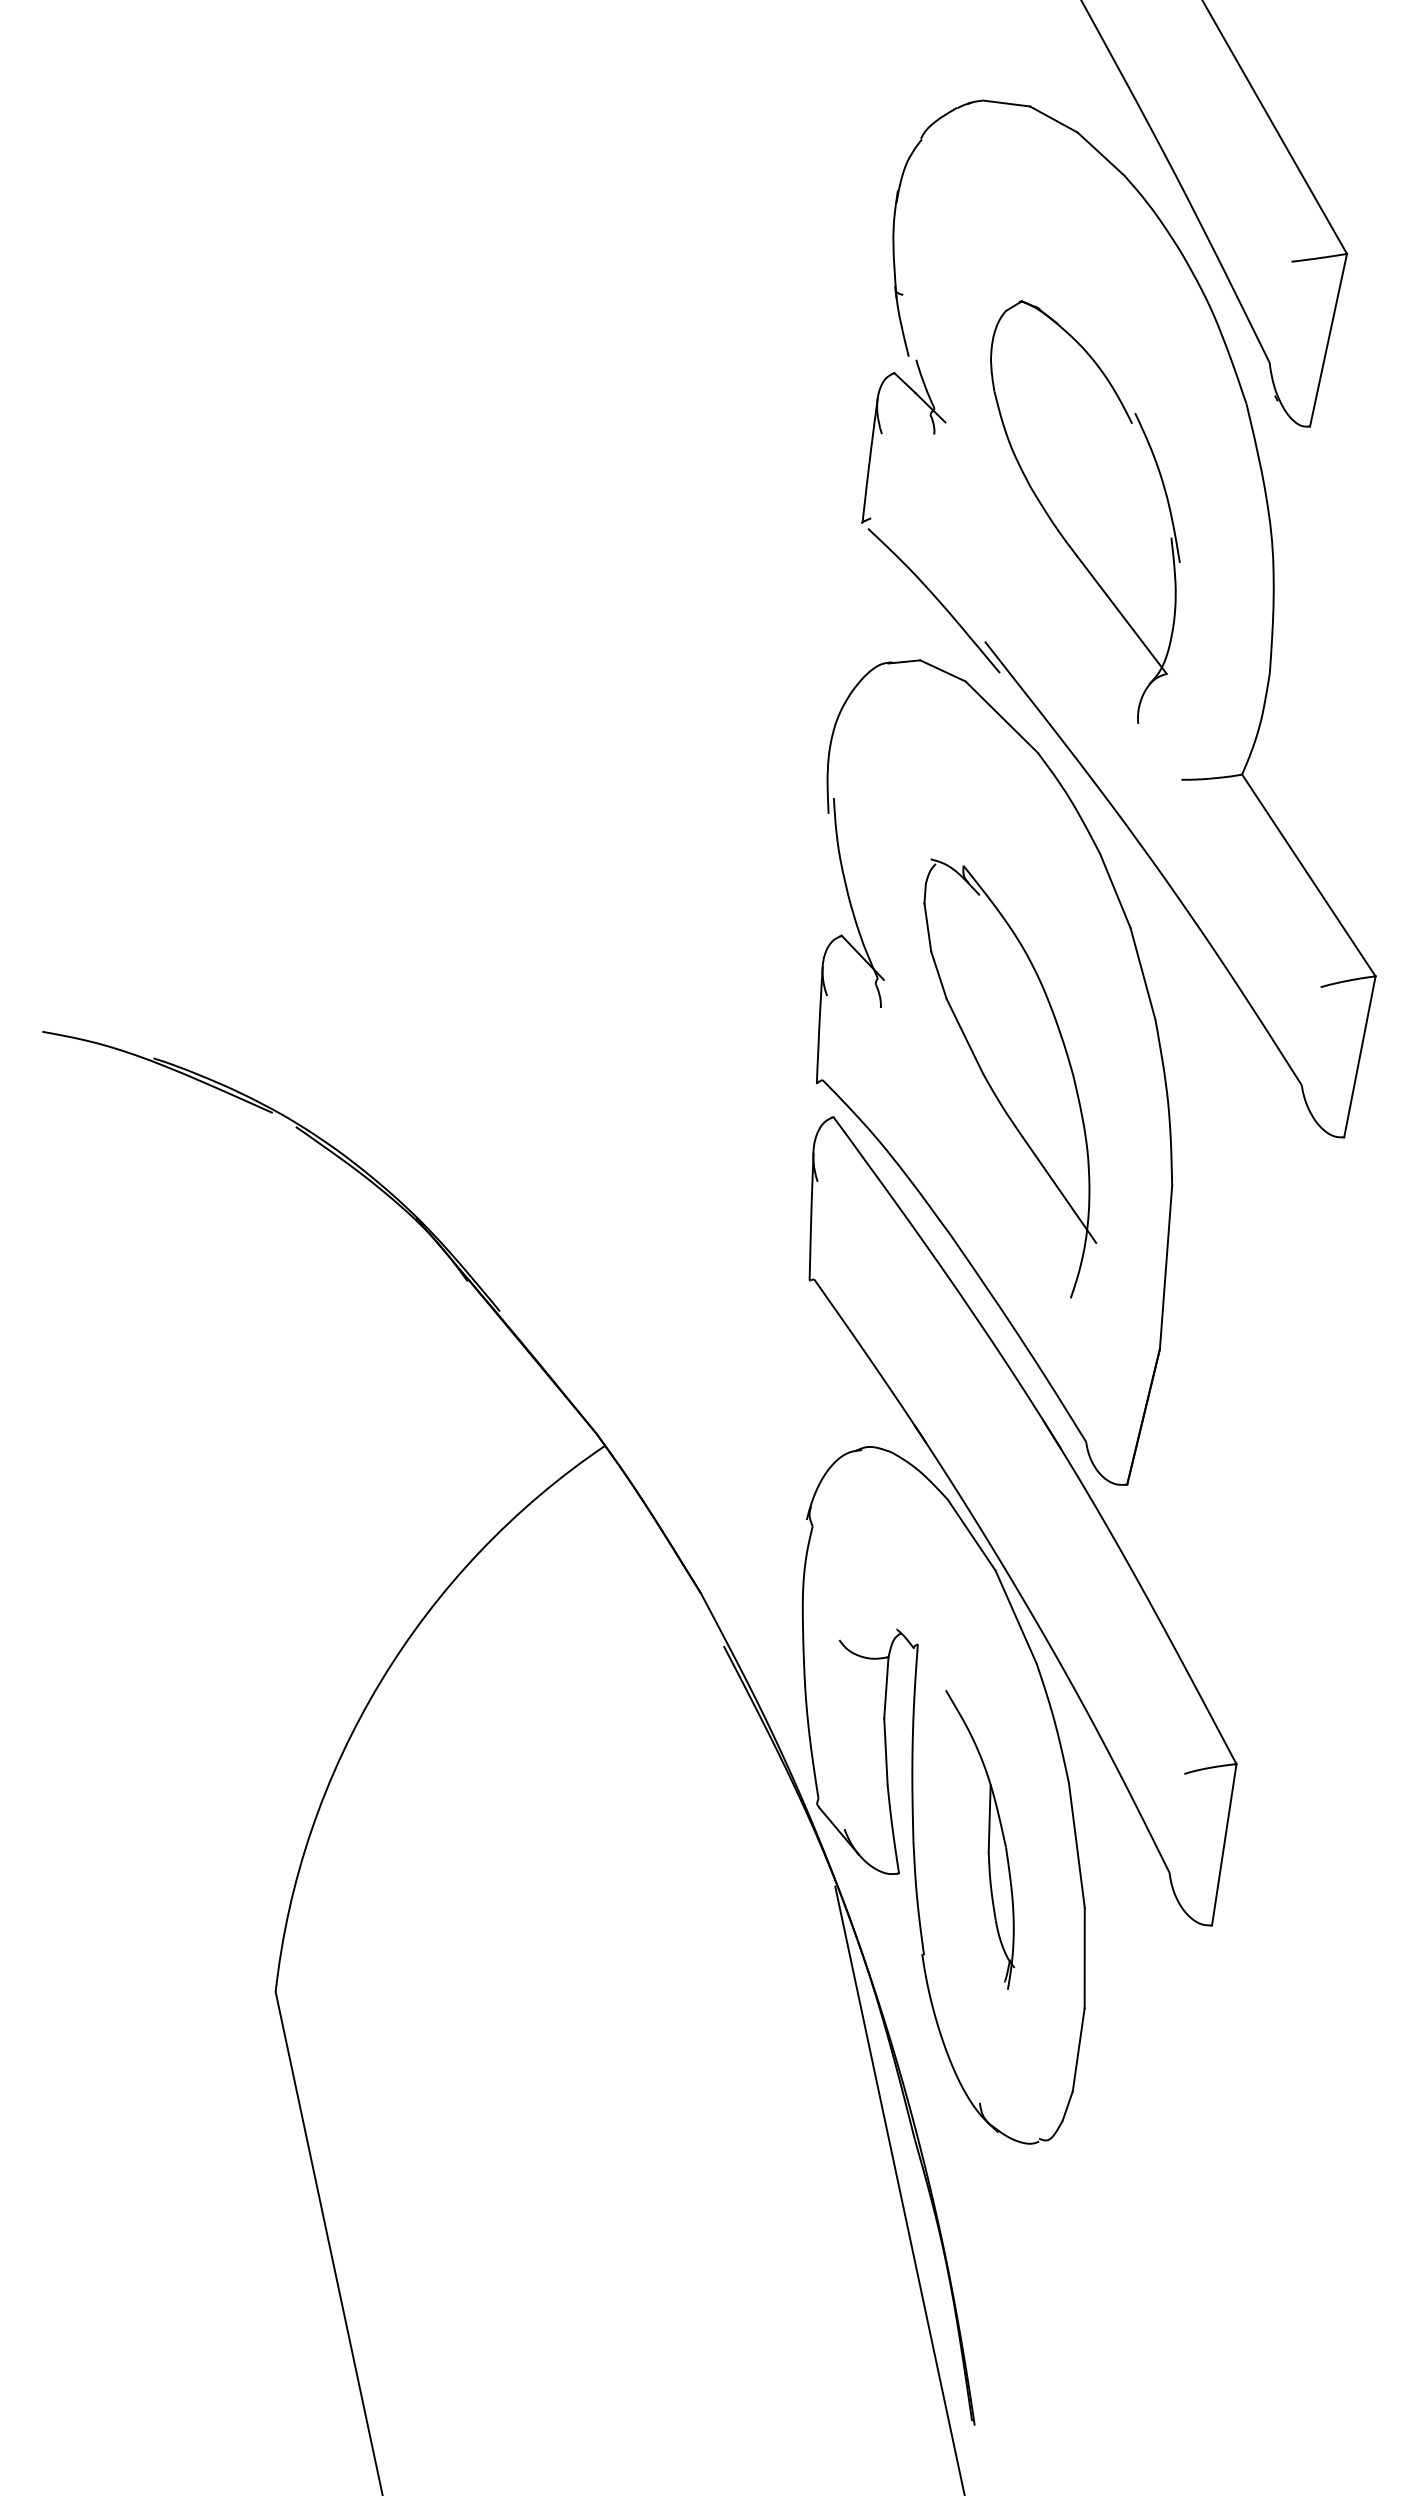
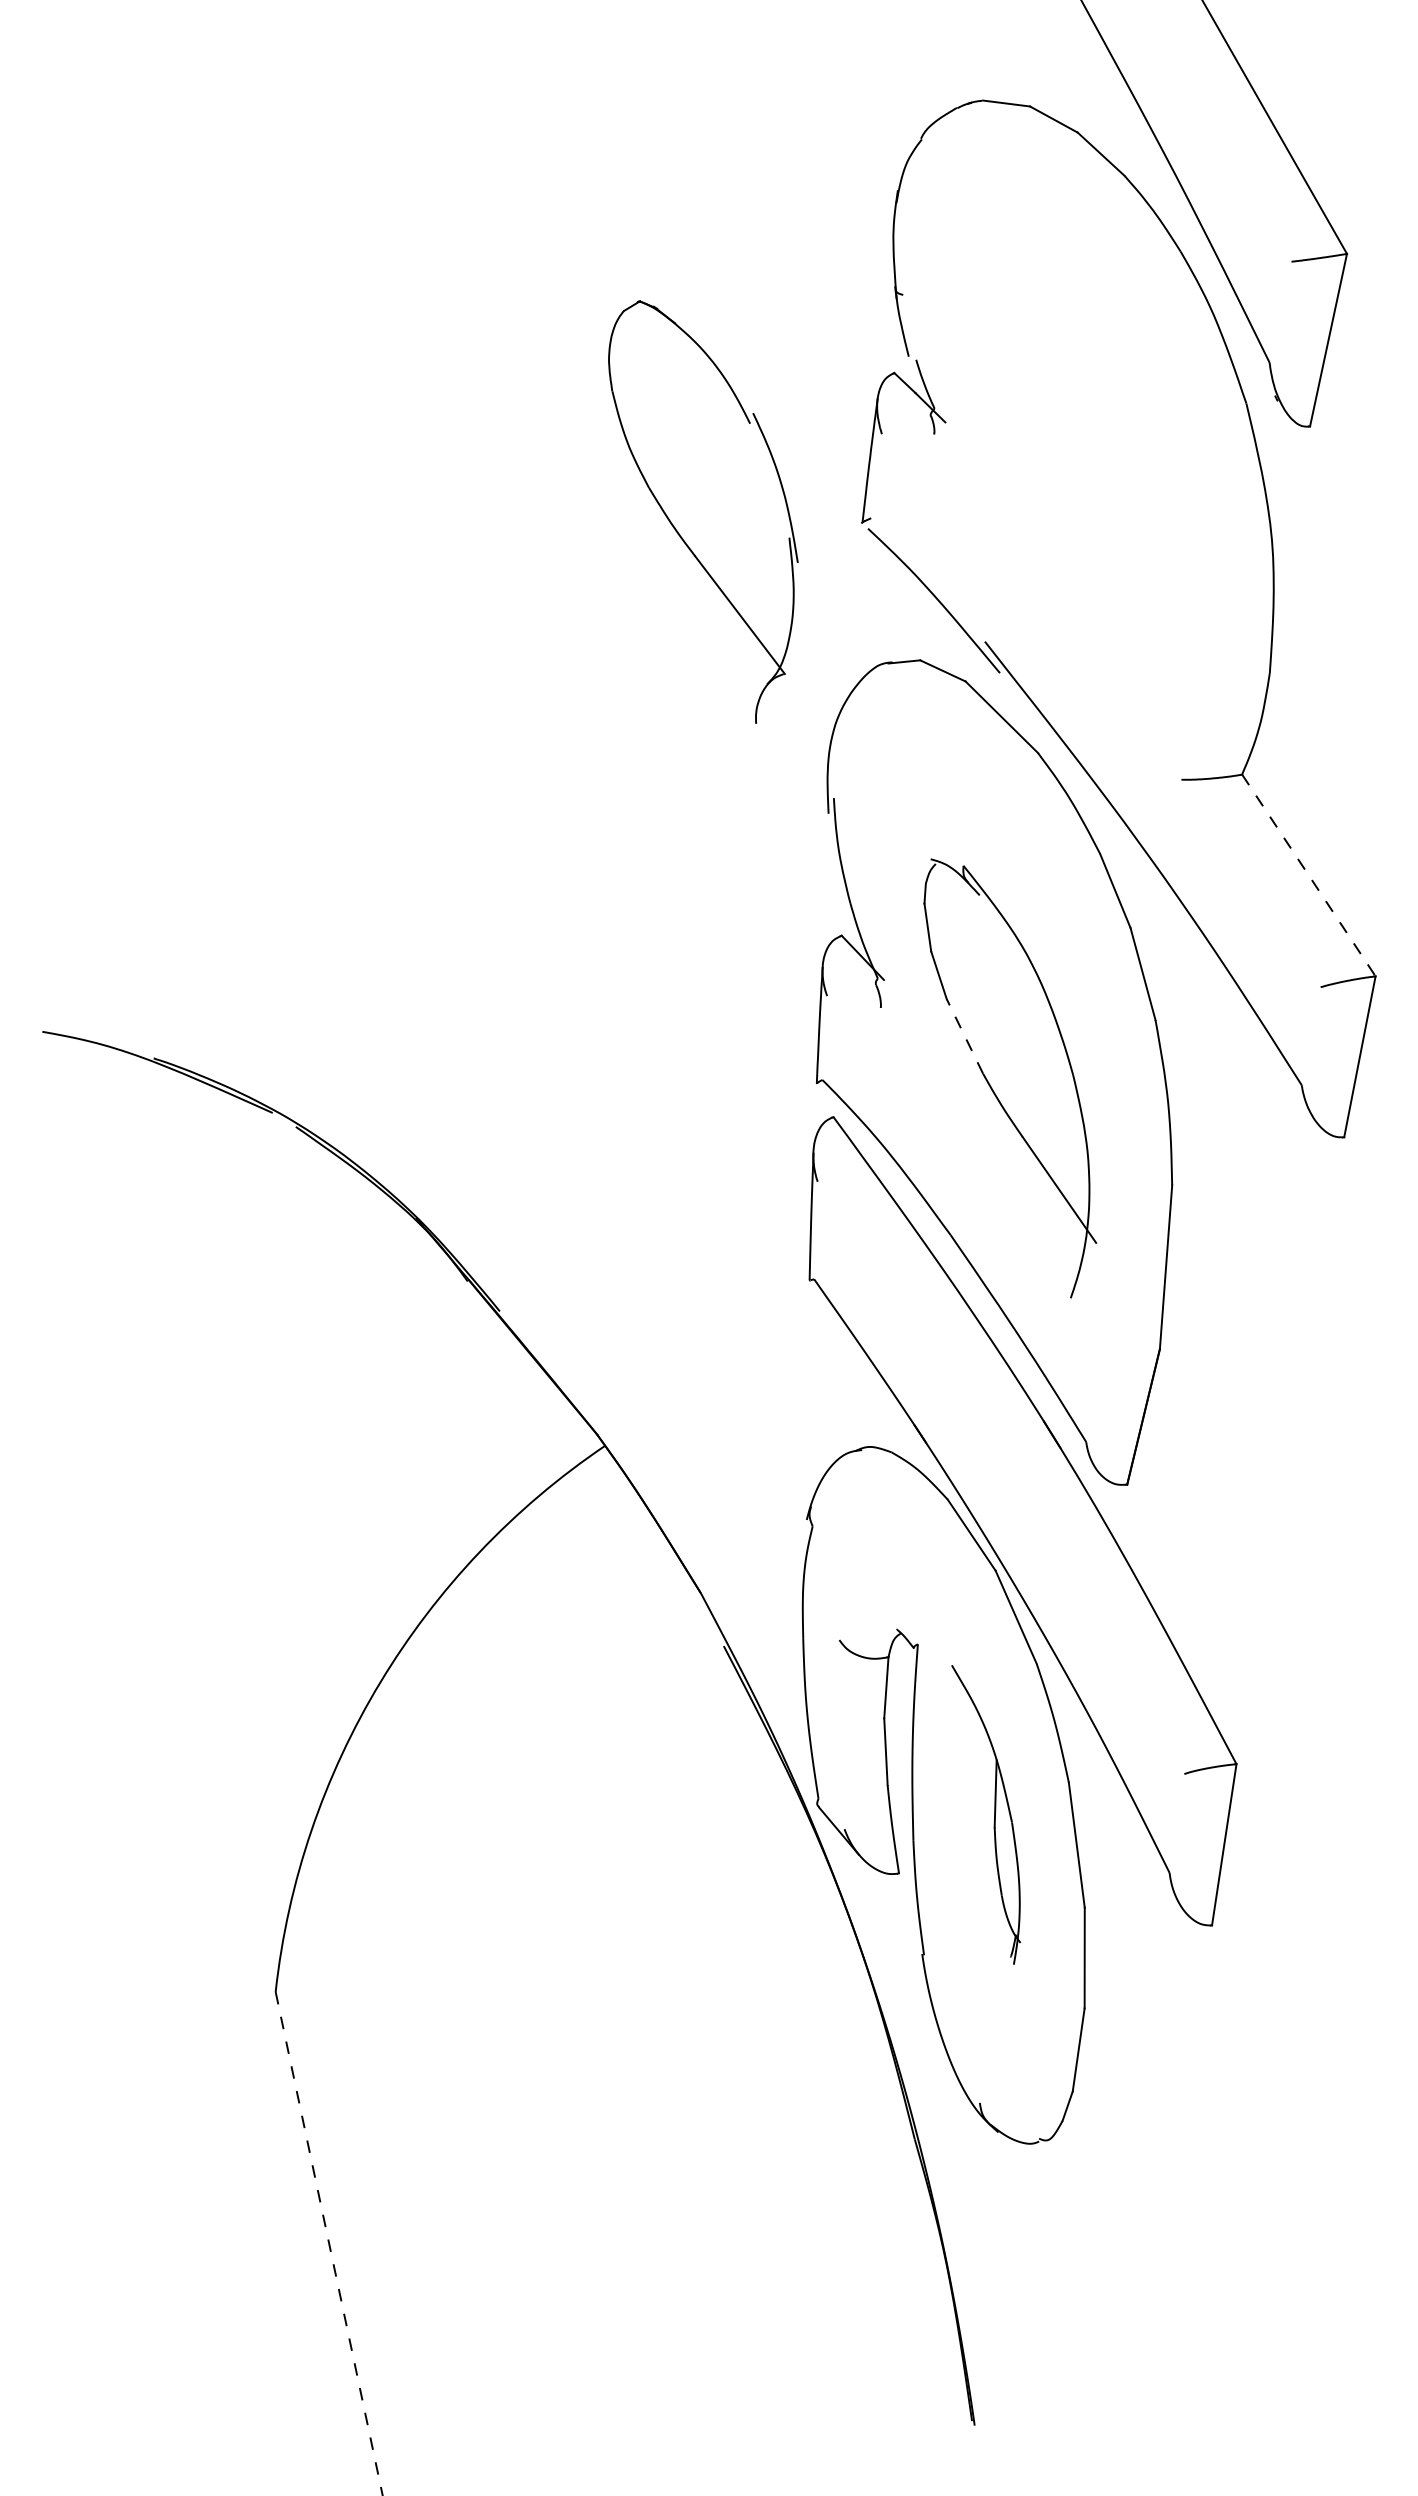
part at (1060, 531) position: (1060, 531) -> (678, 531)
line at (1308, 875): solid -> dashed
line at (964, 1035): solid -> dashed
part at (988, 1839) position: (988, 1839) -> (994, 1814)
line at (899, 2189): present -> none
line at (329, 2244): solid -> dashed
